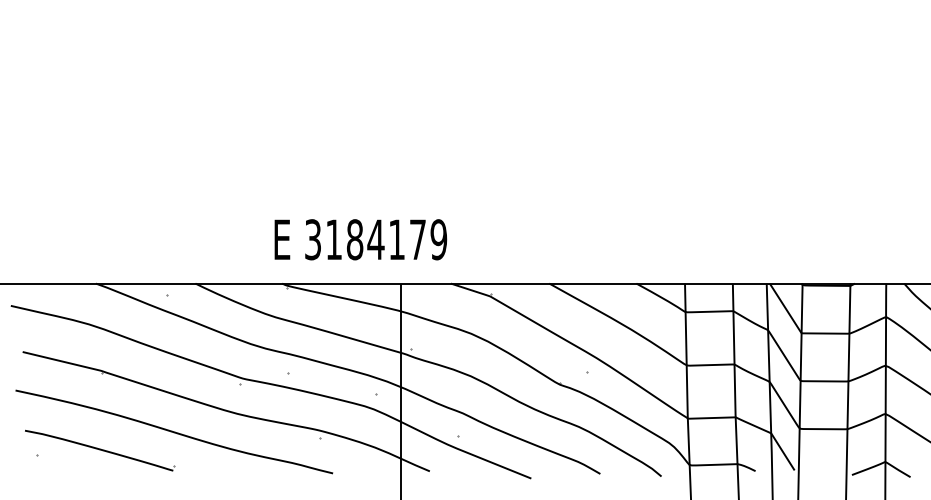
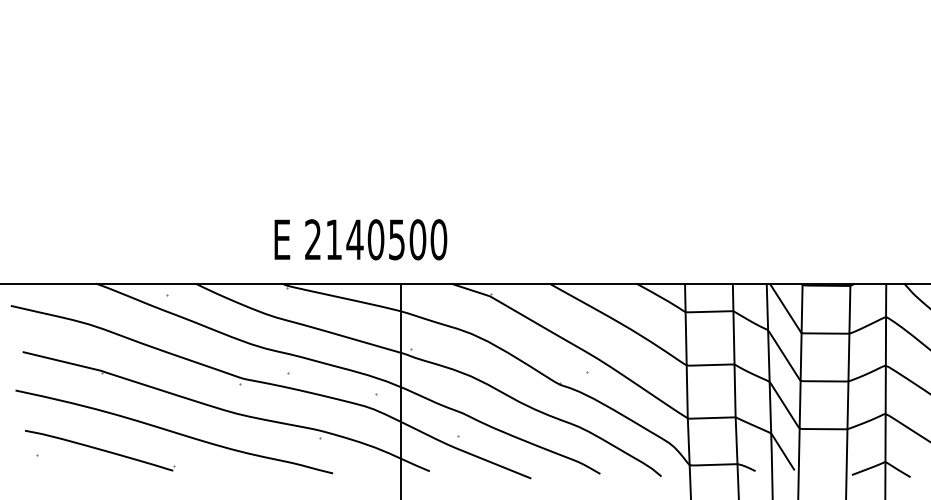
text at (376, 239): 3184179 -> 2140500
